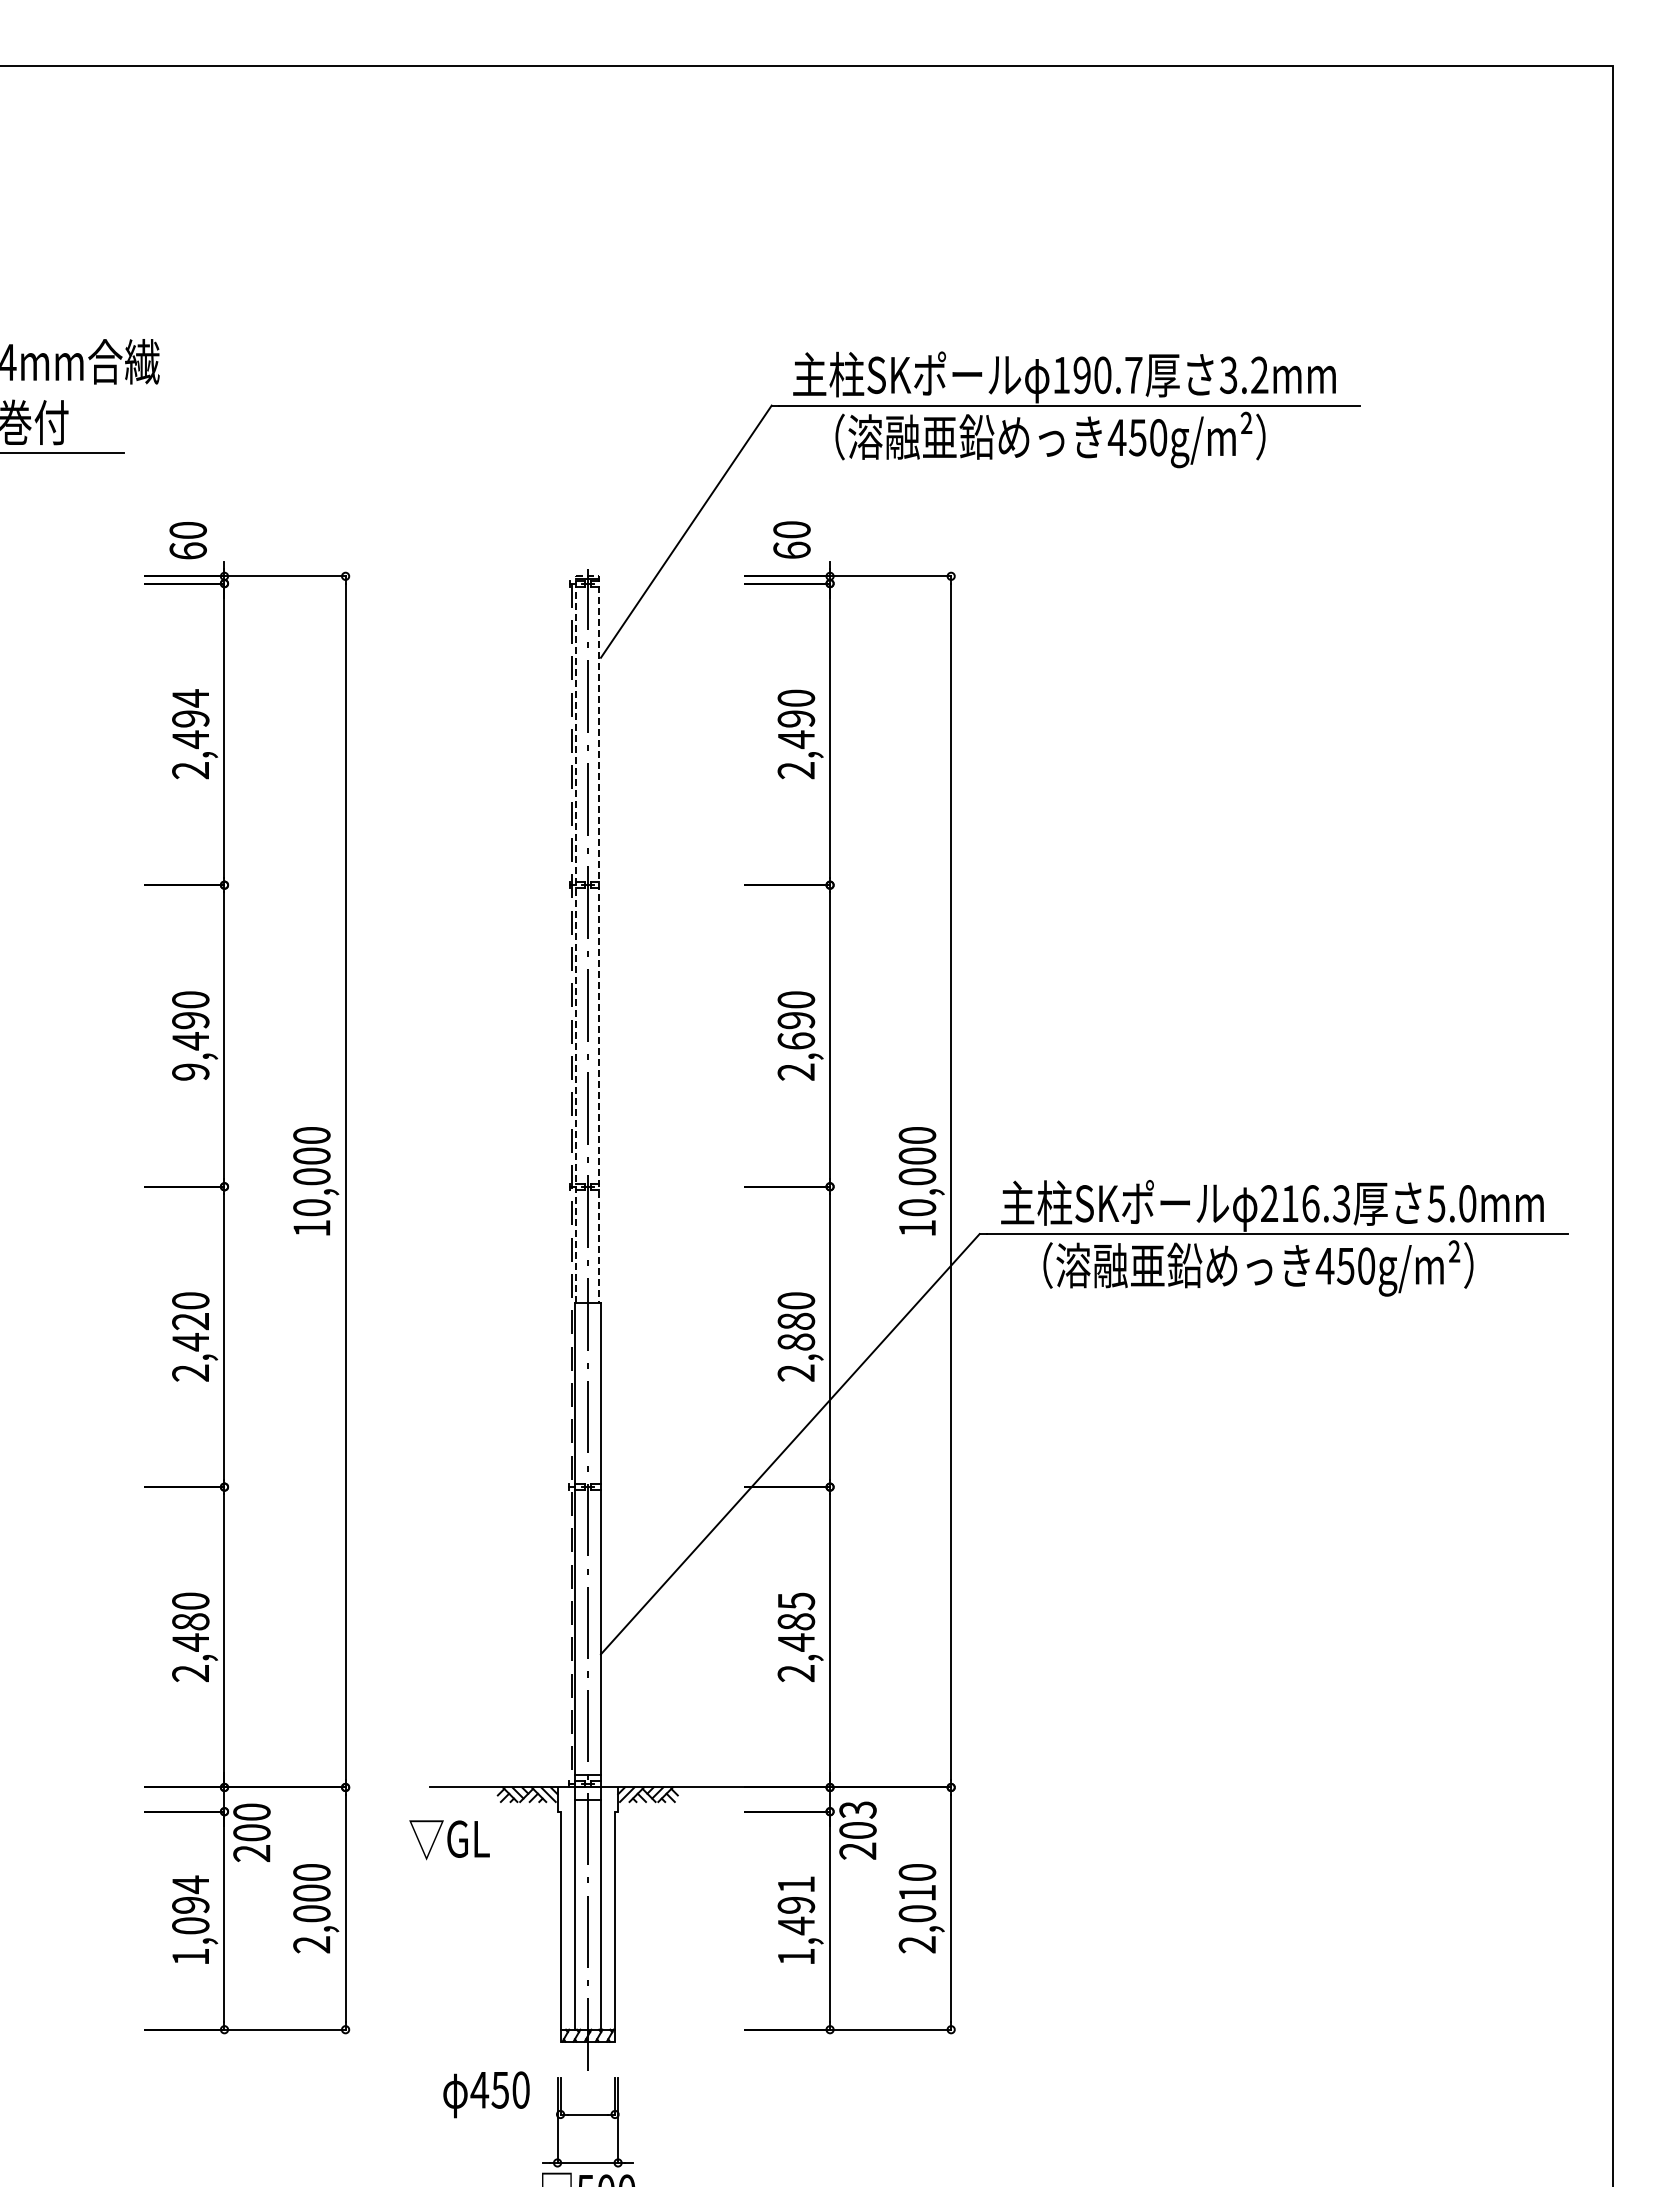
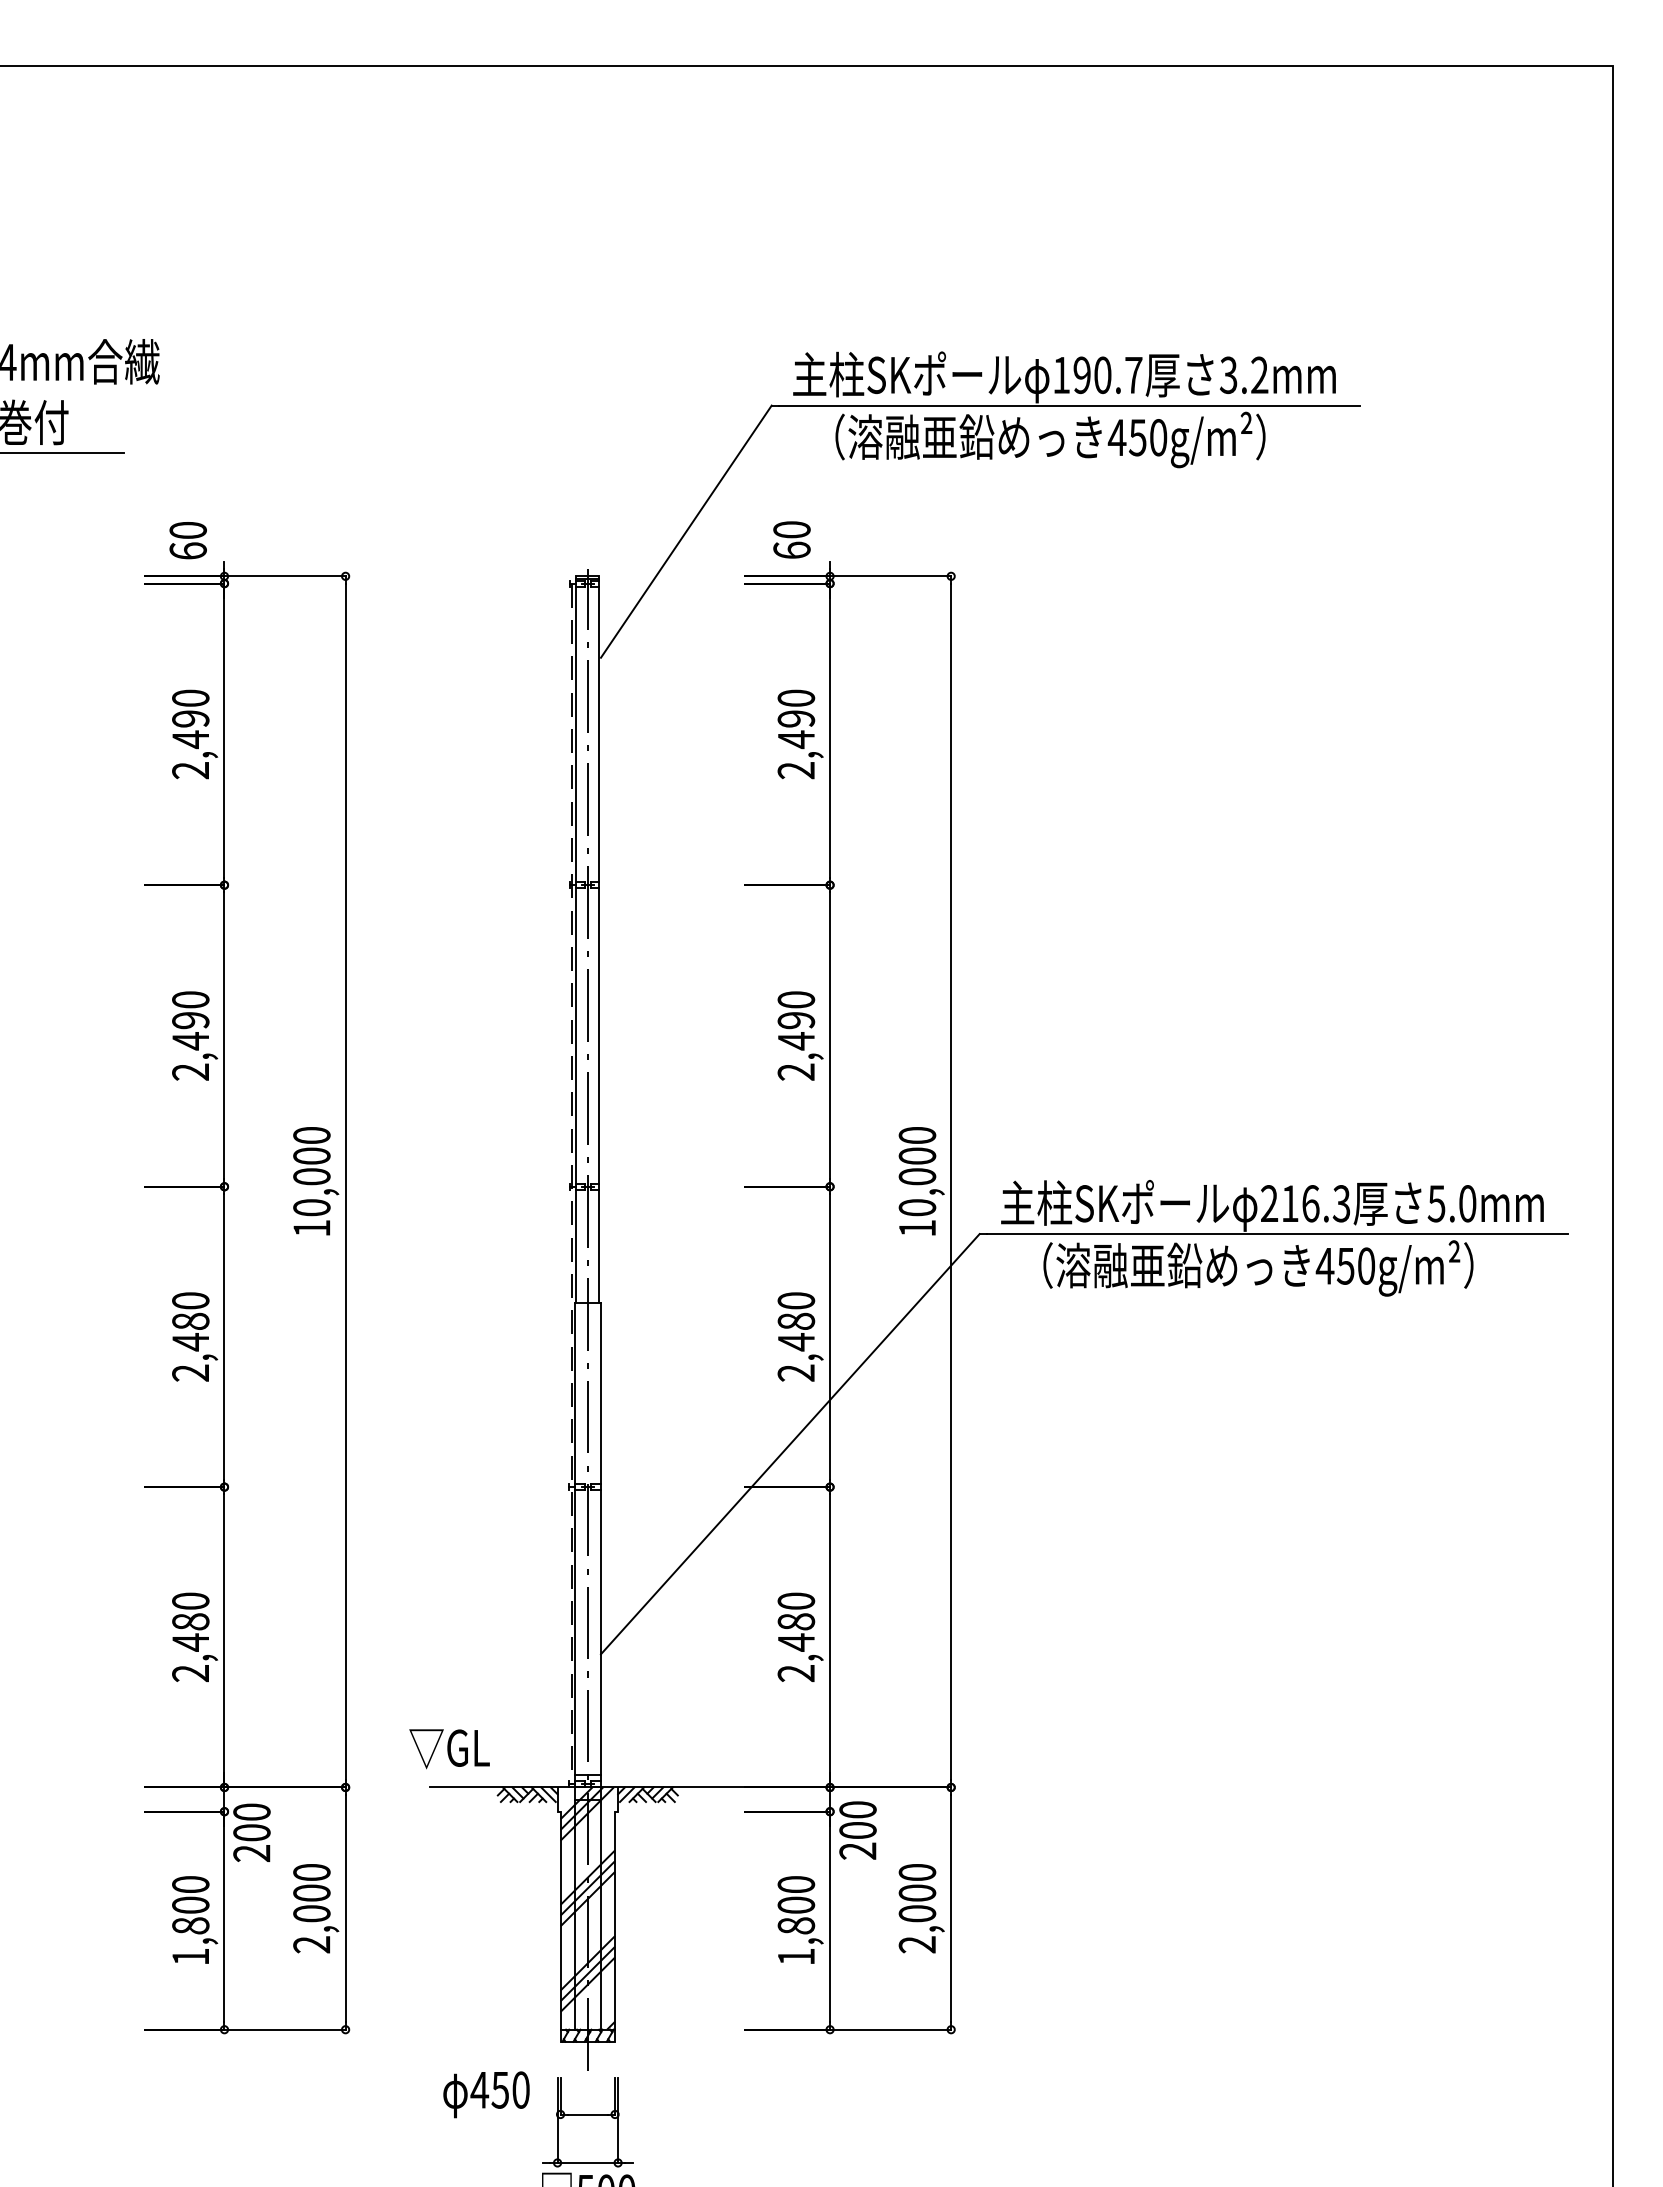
line at (587, 576): dashed -> solid
text at (190, 698): 2,494 -> 2,490
text at (796, 1041): 2,690 -> 2,490
text at (190, 1071): 9,490 -> 2,490
text at (190, 1321): 2,420 -> 2,480
text at (796, 1342): 2,880 -> 2,480
text at (796, 1601): 2,485 -> 2,480
text at (857, 1809): 203 -> 200
text at (449, 1840) position: (449, 1840) -> (449, 1749)
text at (917, 1892): 2,010 -> 2,000
text at (190, 1904): 1,094 -> 1,800
text at (796, 1905): 1,491 -> 1,800
hatch at (587, 1908): none -> present
